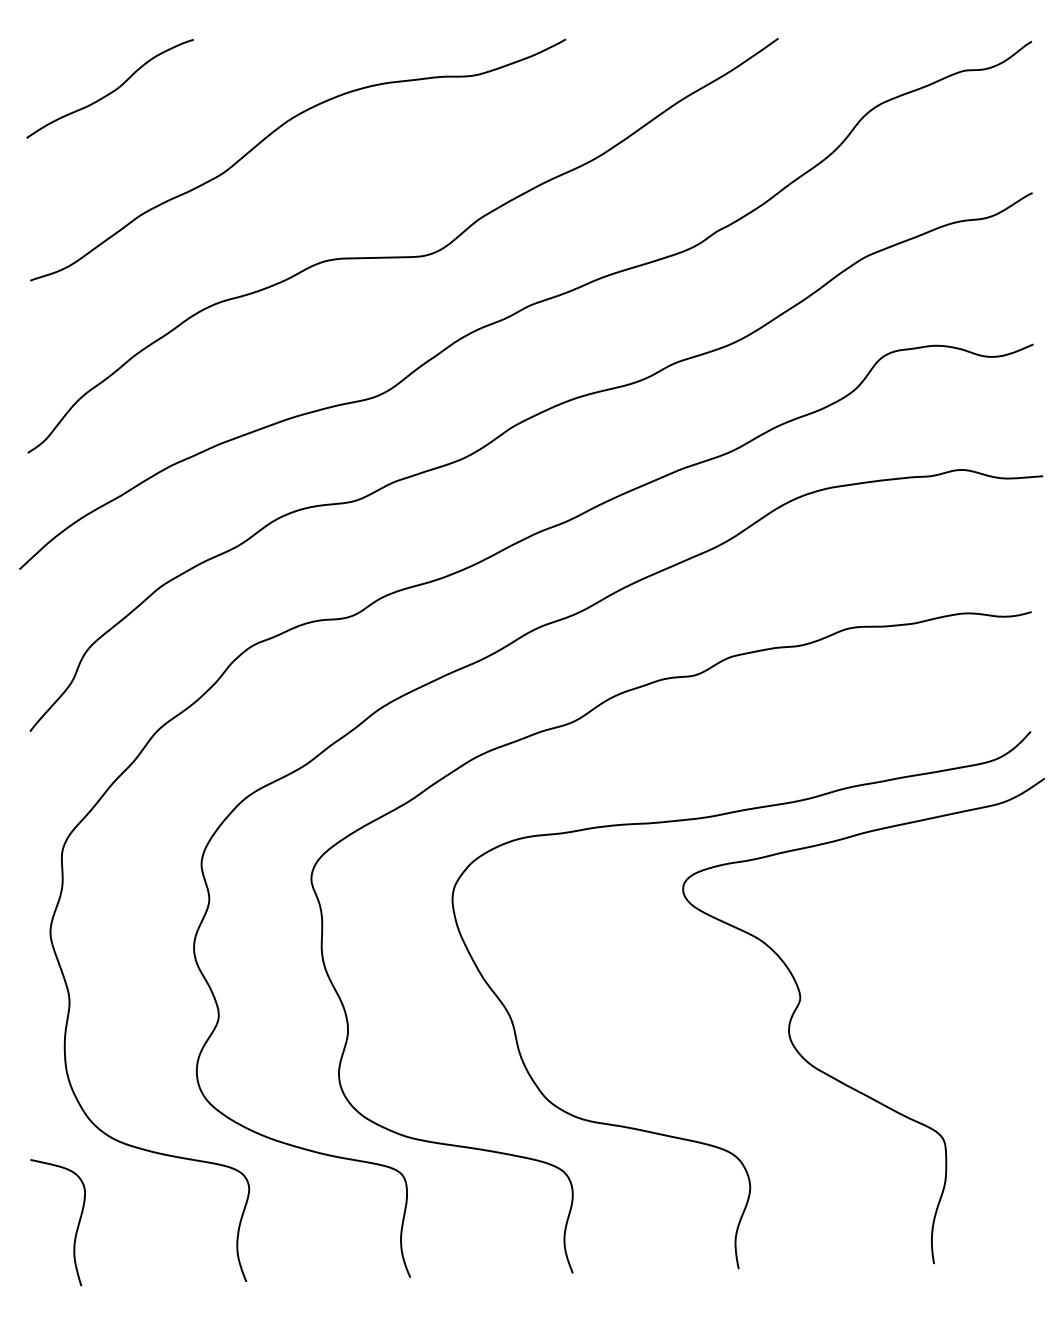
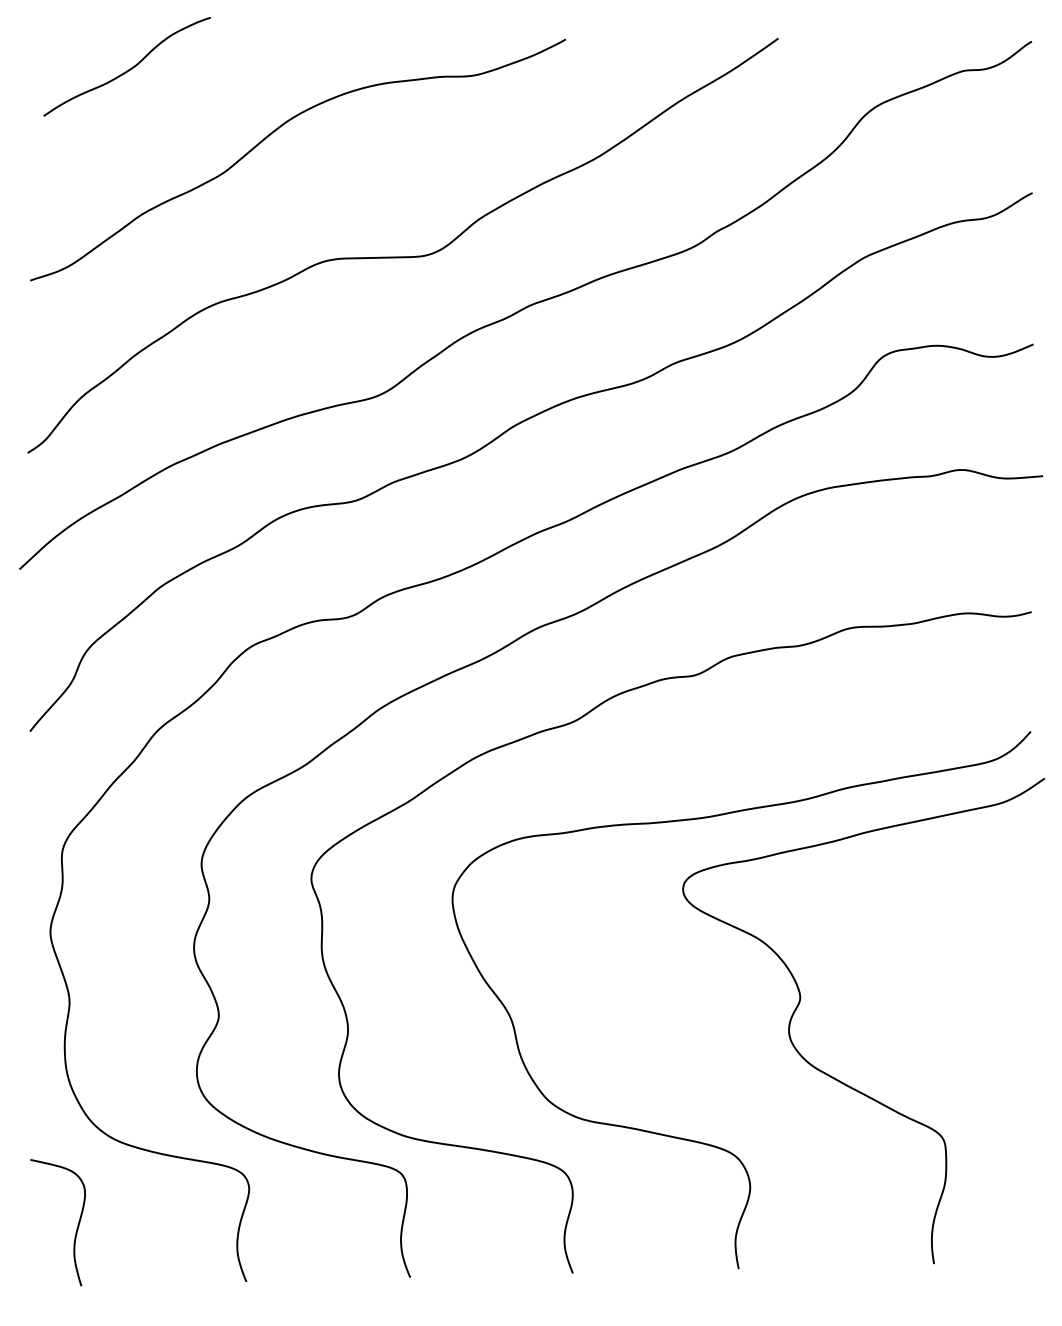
curve at (112, 90) position: (112, 90) -> (129, 68)
